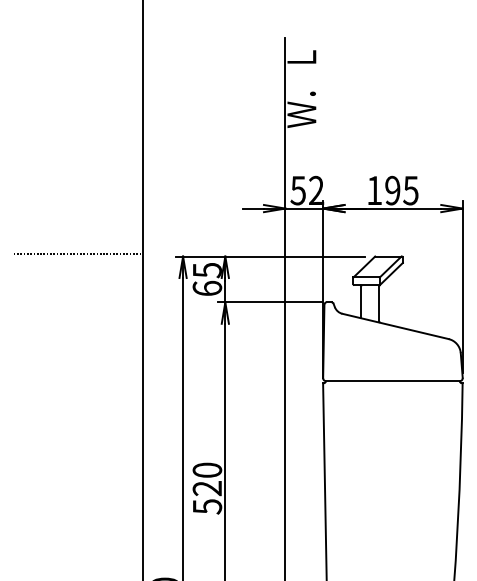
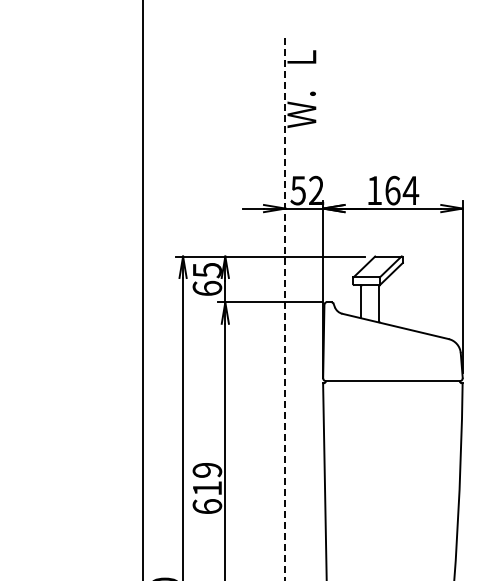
text at (402, 190): 195 -> 164
line at (78, 253): present -> none
line at (285, 309): solid -> dashed
text at (207, 488): 520 -> 619
